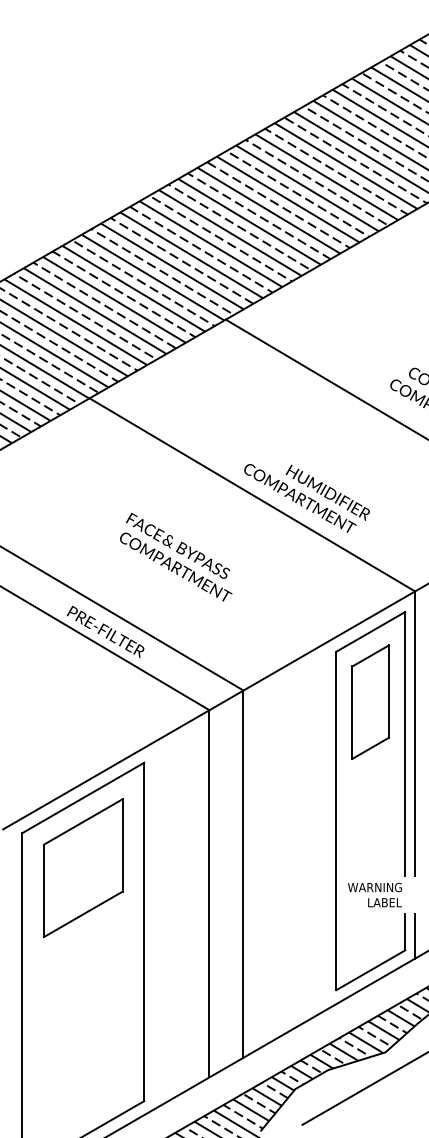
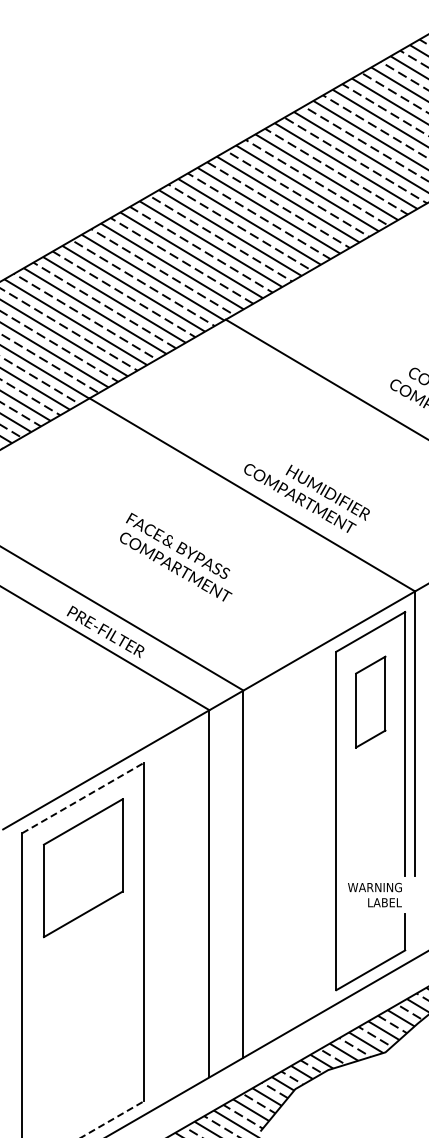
part at (370, 701) size: 40x116 px -> 32x94 px
line at (83, 797): solid -> dashed
line at (415, 936): present -> none
line at (363, 1088): present -> none
line at (113, 1119): solid -> dashed
